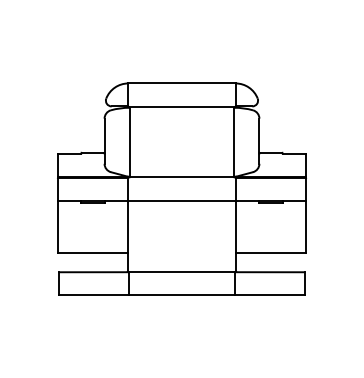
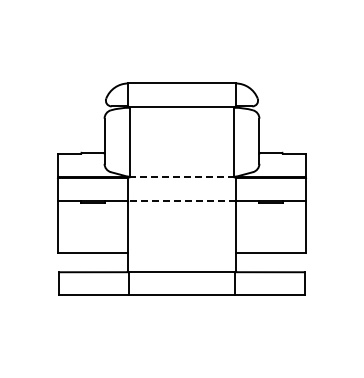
line at (182, 177): solid -> dashed
line at (181, 201): solid -> dashed
